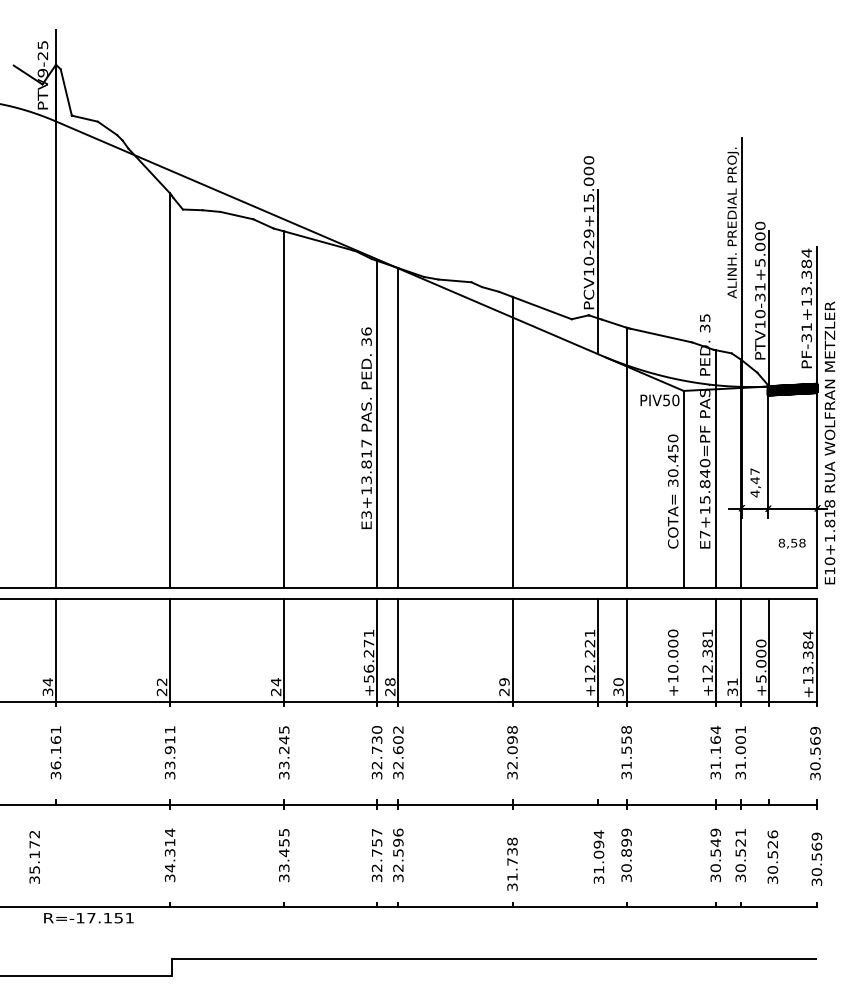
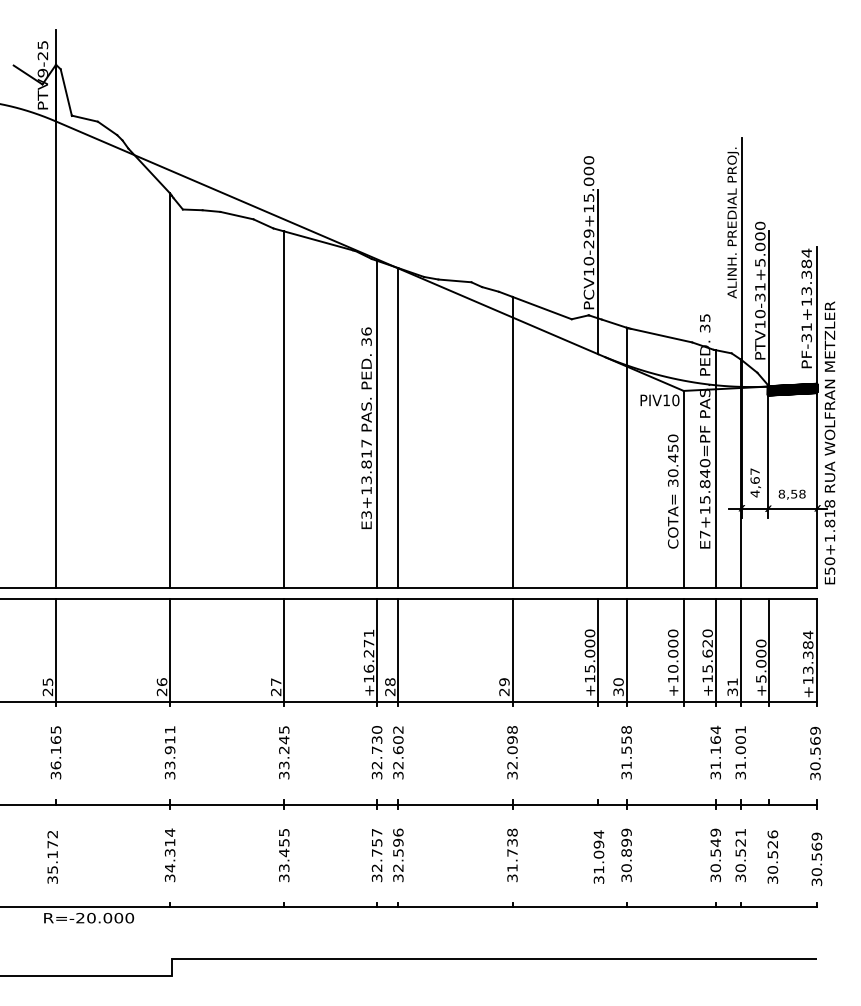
text at (666, 400): PIV50 -> PIV10
text at (754, 480): 4,47 -> 4,67
text at (791, 543) position: (791, 543) -> (791, 494)
text at (829, 570): E10+1.818 -> E50+1.818
text at (589, 650): +12.221 -> +15.000
text at (707, 650): +12.381 -> +15.620
line at (683, 652): none -> present
text at (369, 678): +56.271 -> +16.271
text at (161, 681): 22 -> 26
text at (276, 682): 24 -> 27
text at (47, 686): 34 -> 25
text at (55, 729): 36.161 -> 36.165
text at (34, 857) position: (34, 857) -> (52, 857)
text at (512, 864) position: (512, 864) -> (512, 855)
text at (105, 917): R=-17.151 -> R=-20.000
